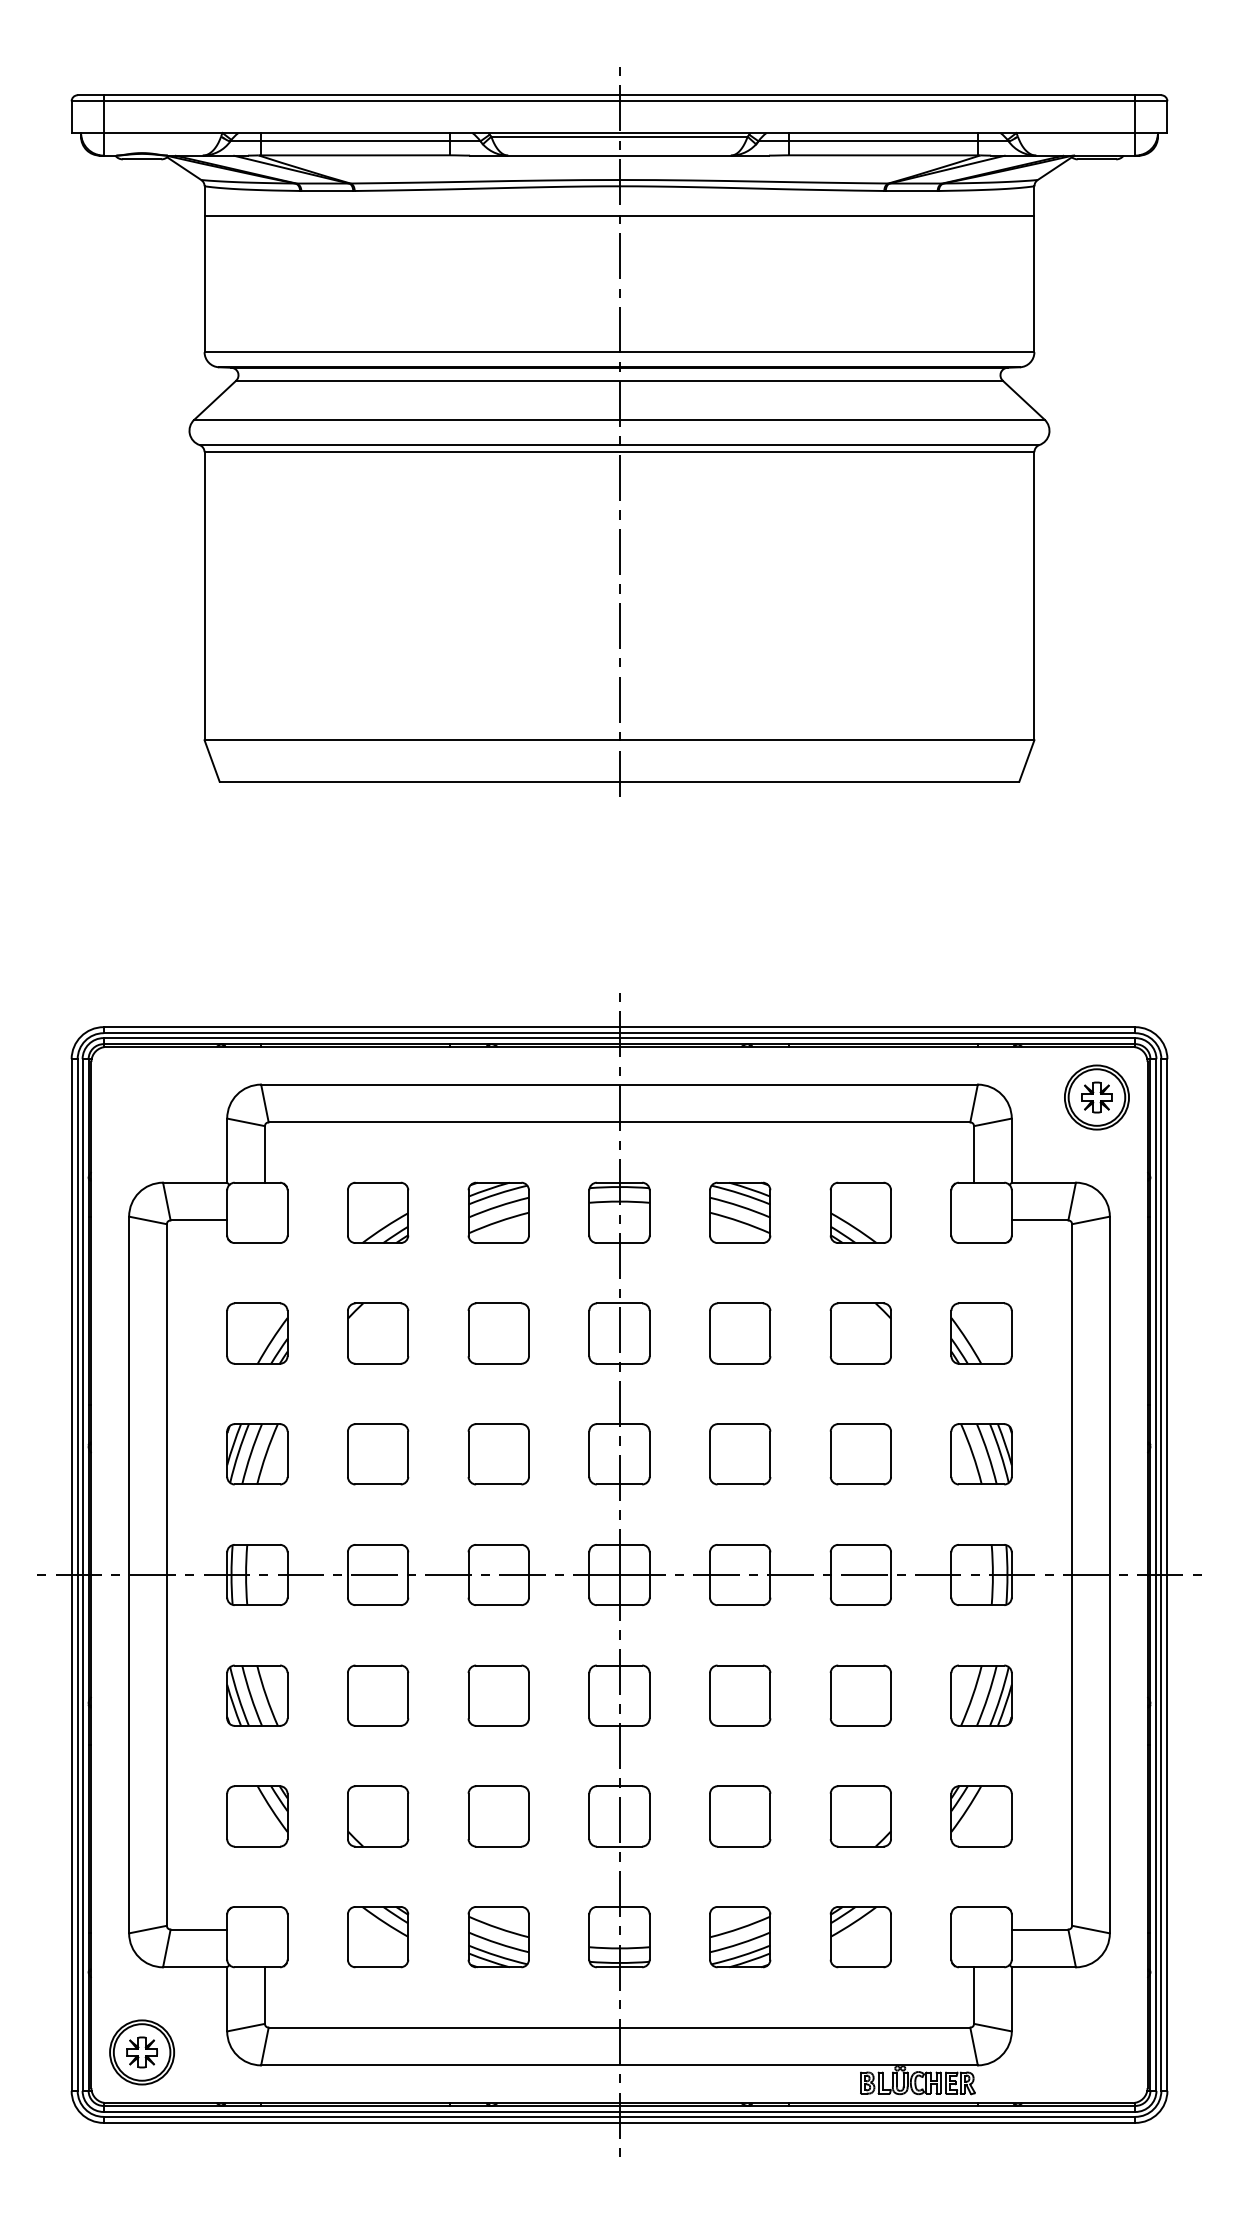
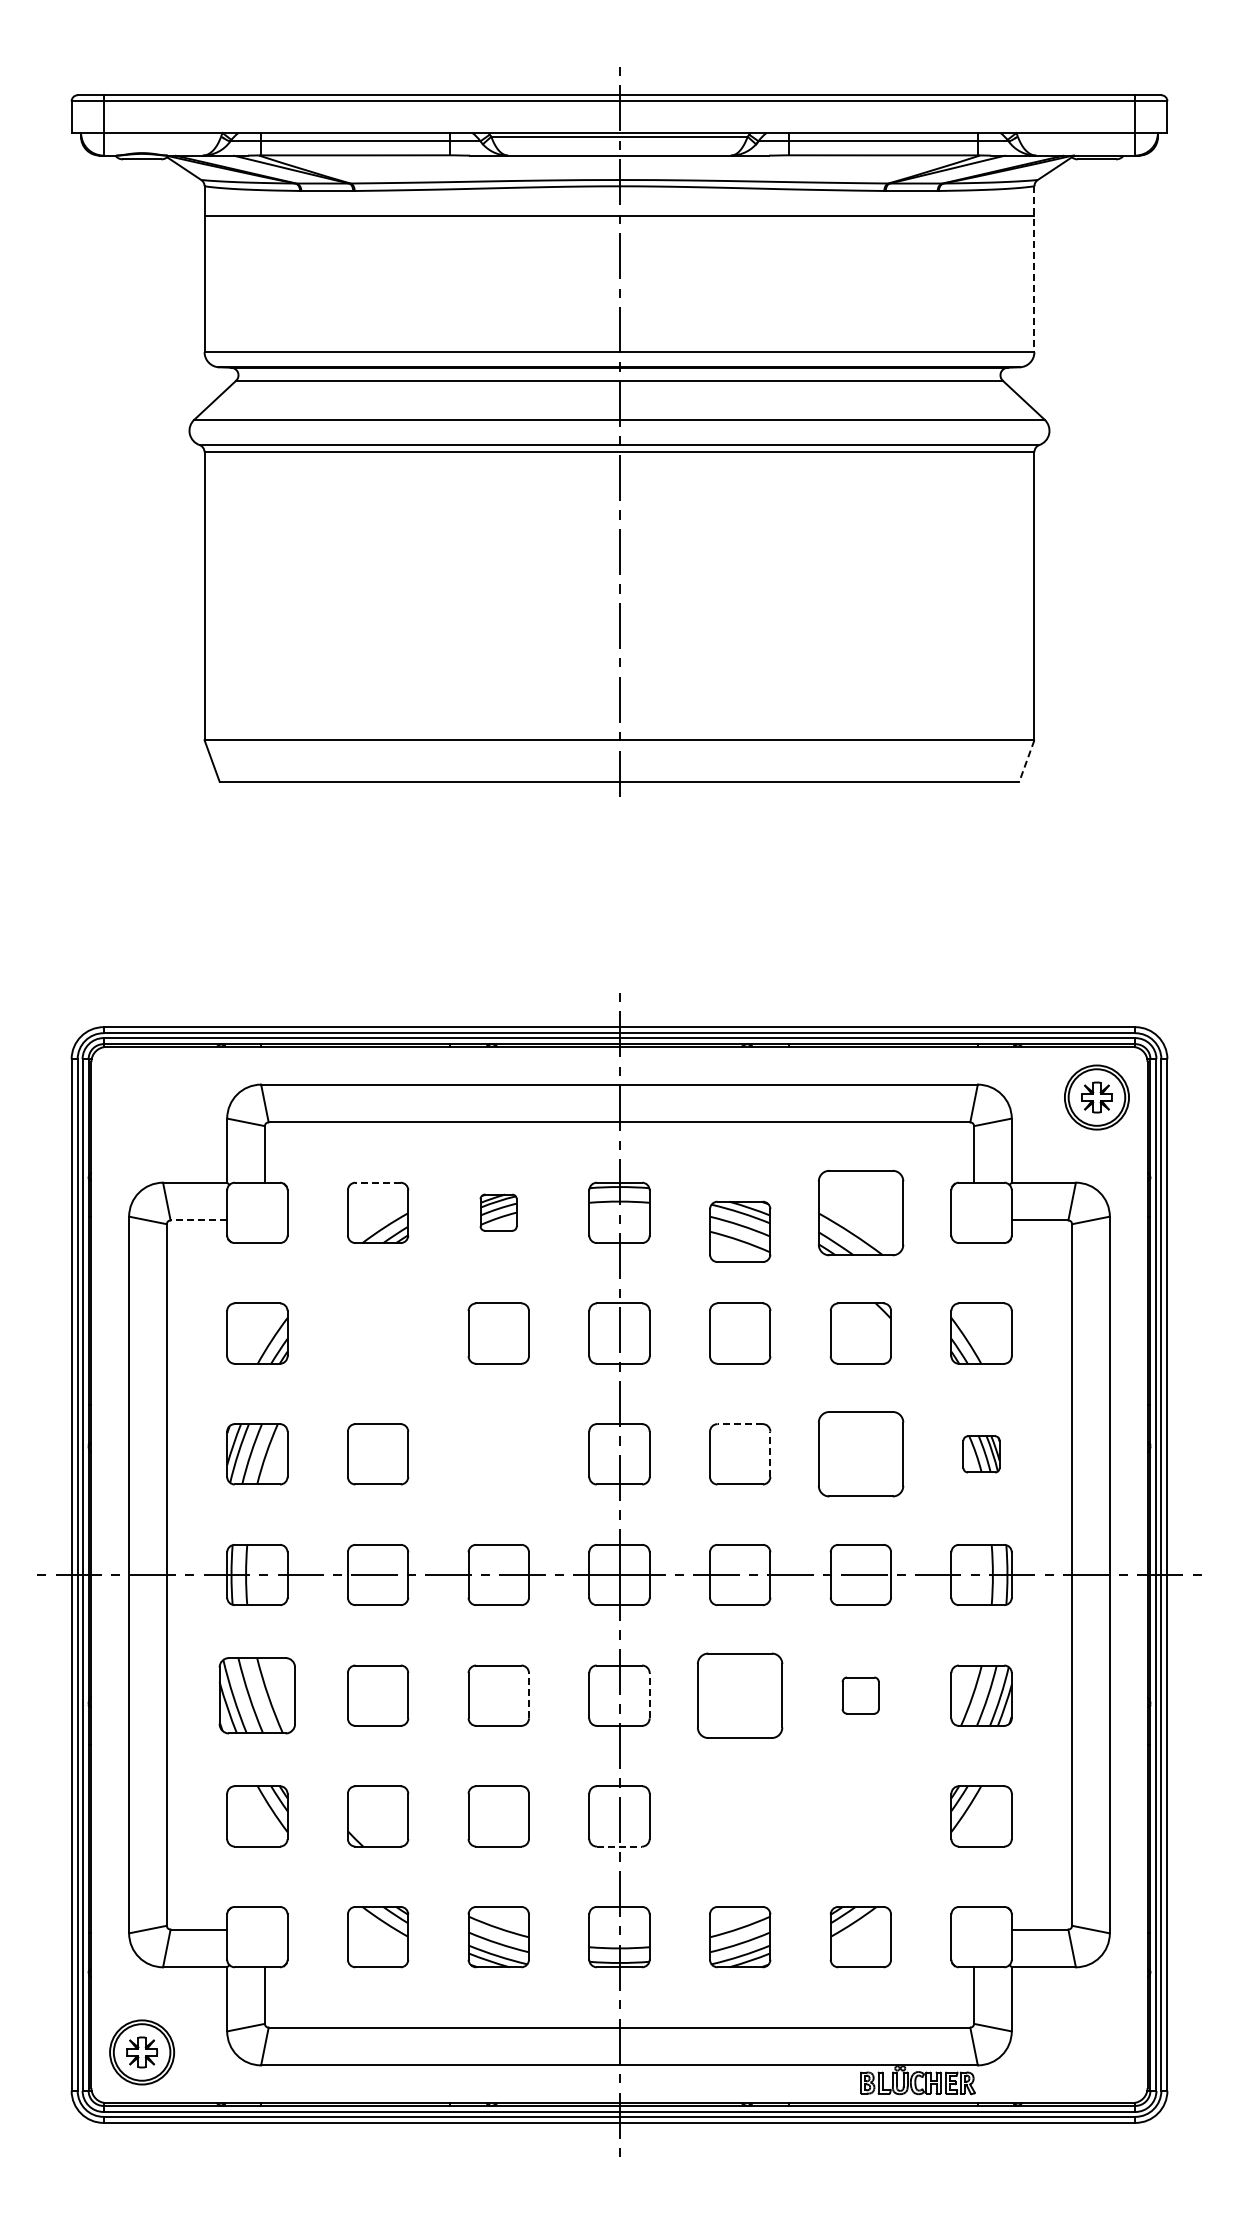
line at (1034, 269): solid -> dashed
line at (1026, 761): solid -> dashed
line at (378, 1182): solid -> dashed
part at (498, 1212) size: 63x63 px -> 39x39 px
part at (740, 1212) position: (740, 1212) -> (740, 1231)
part at (860, 1212) size: 63x63 px -> 87x87 px
line at (198, 1220): solid -> dashed
part at (378, 1333): present -> none
line at (740, 1424): solid -> dashed
part at (498, 1454): present -> none
line at (770, 1454): solid -> dashed
part at (860, 1454) size: 63x63 px -> 87x87 px
part at (981, 1454) size: 63x63 px -> 39x39 px
part at (257, 1695) size: 63x63 px -> 78x78 px
line at (528, 1695): solid -> dashed
line at (649, 1695): solid -> dashed
part at (740, 1695) size: 63x63 px -> 87x87 px
part at (860, 1695) size: 63x63 px -> 39x39 px
part at (740, 1816): present -> none
part at (860, 1816): present -> none
line at (619, 1846): solid -> dashed
